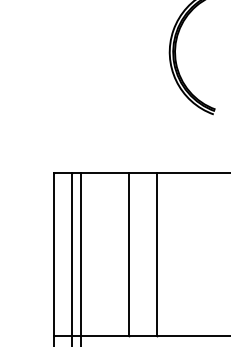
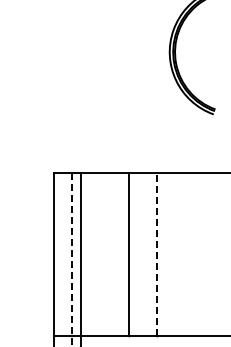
line at (156, 253): solid -> dashed
line at (71, 260): solid -> dashed
